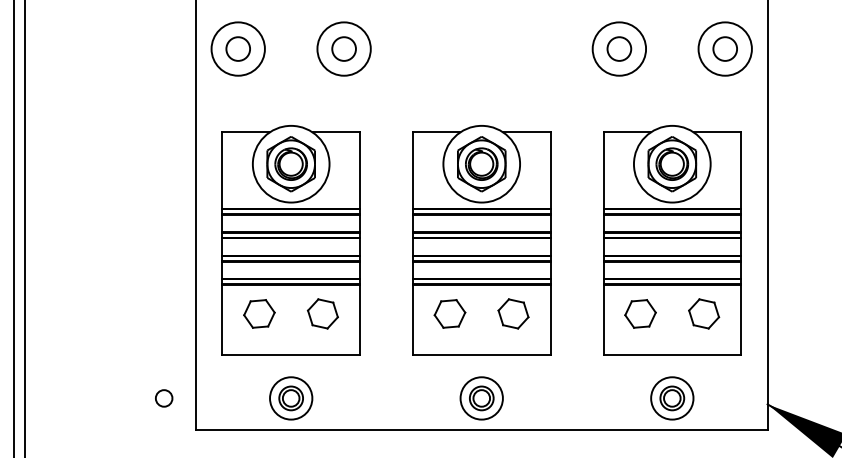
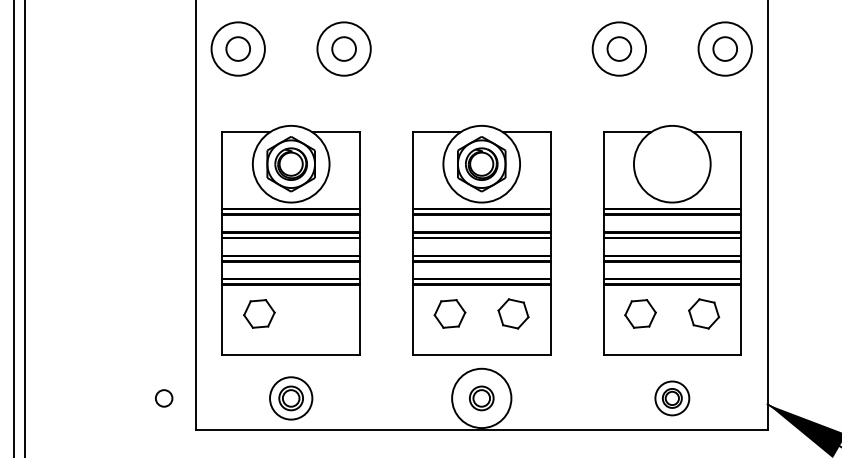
part at (672, 164): present -> none
part at (322, 313): present -> none
circle at (481, 398) diameter: 42 px -> 59 px
part at (672, 398) size: 45x45 px -> 37x37 px
